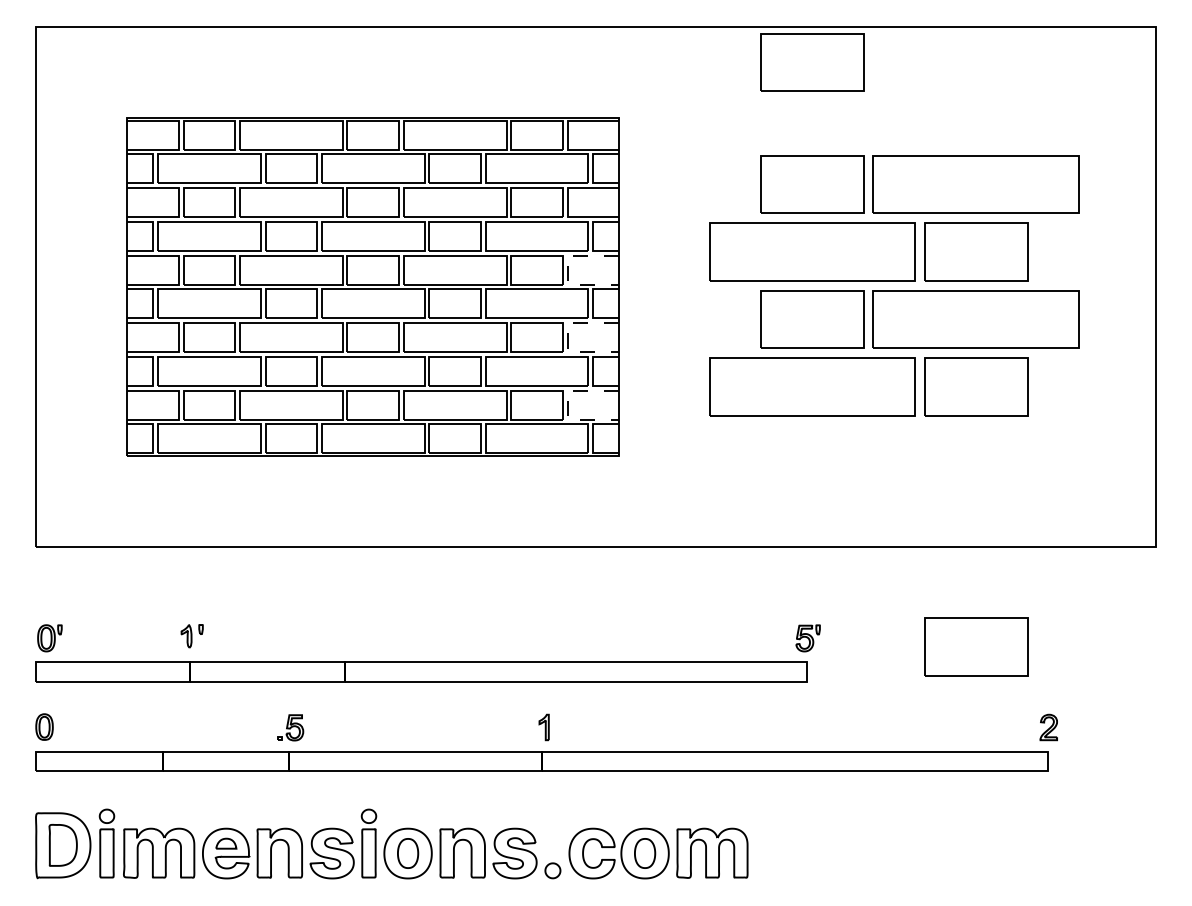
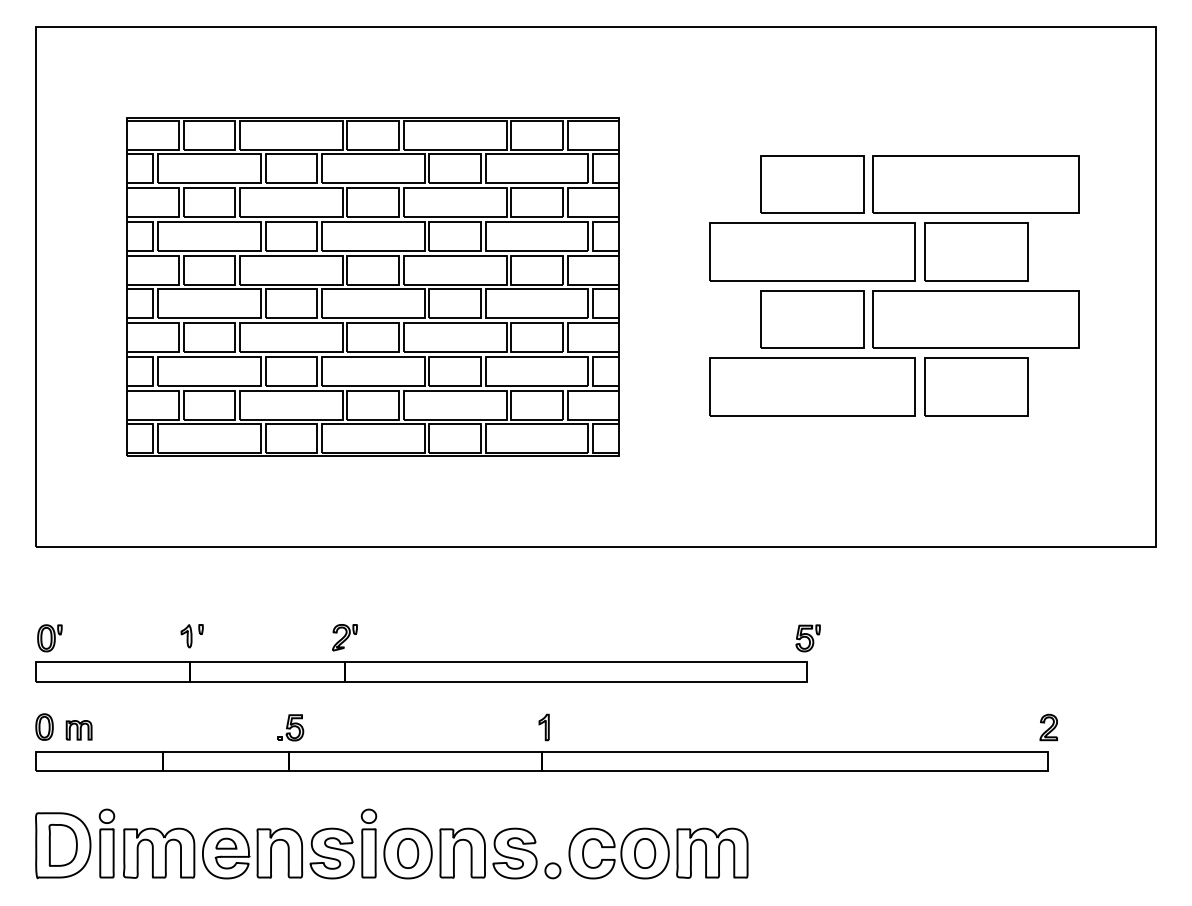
part at (812, 62): present -> none
line at (567, 270): dashed -> solid
line at (567, 338): dashed -> solid
line at (567, 405): dashed -> solid
part at (344, 637): none -> present
part at (976, 646): present -> none
part at (78, 730): none -> present
